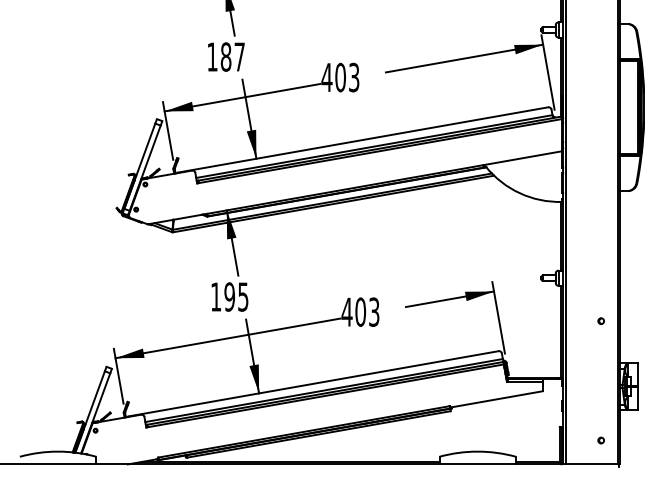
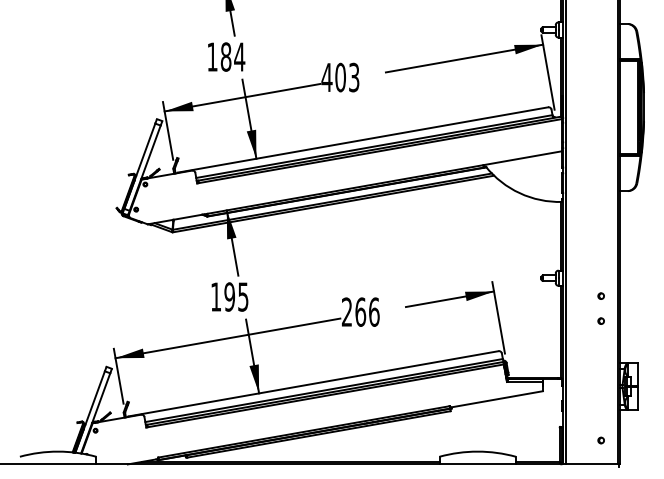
text at (239, 56): 187 -> 184
part at (600, 295): none -> present
text at (360, 311): 403 -> 266
